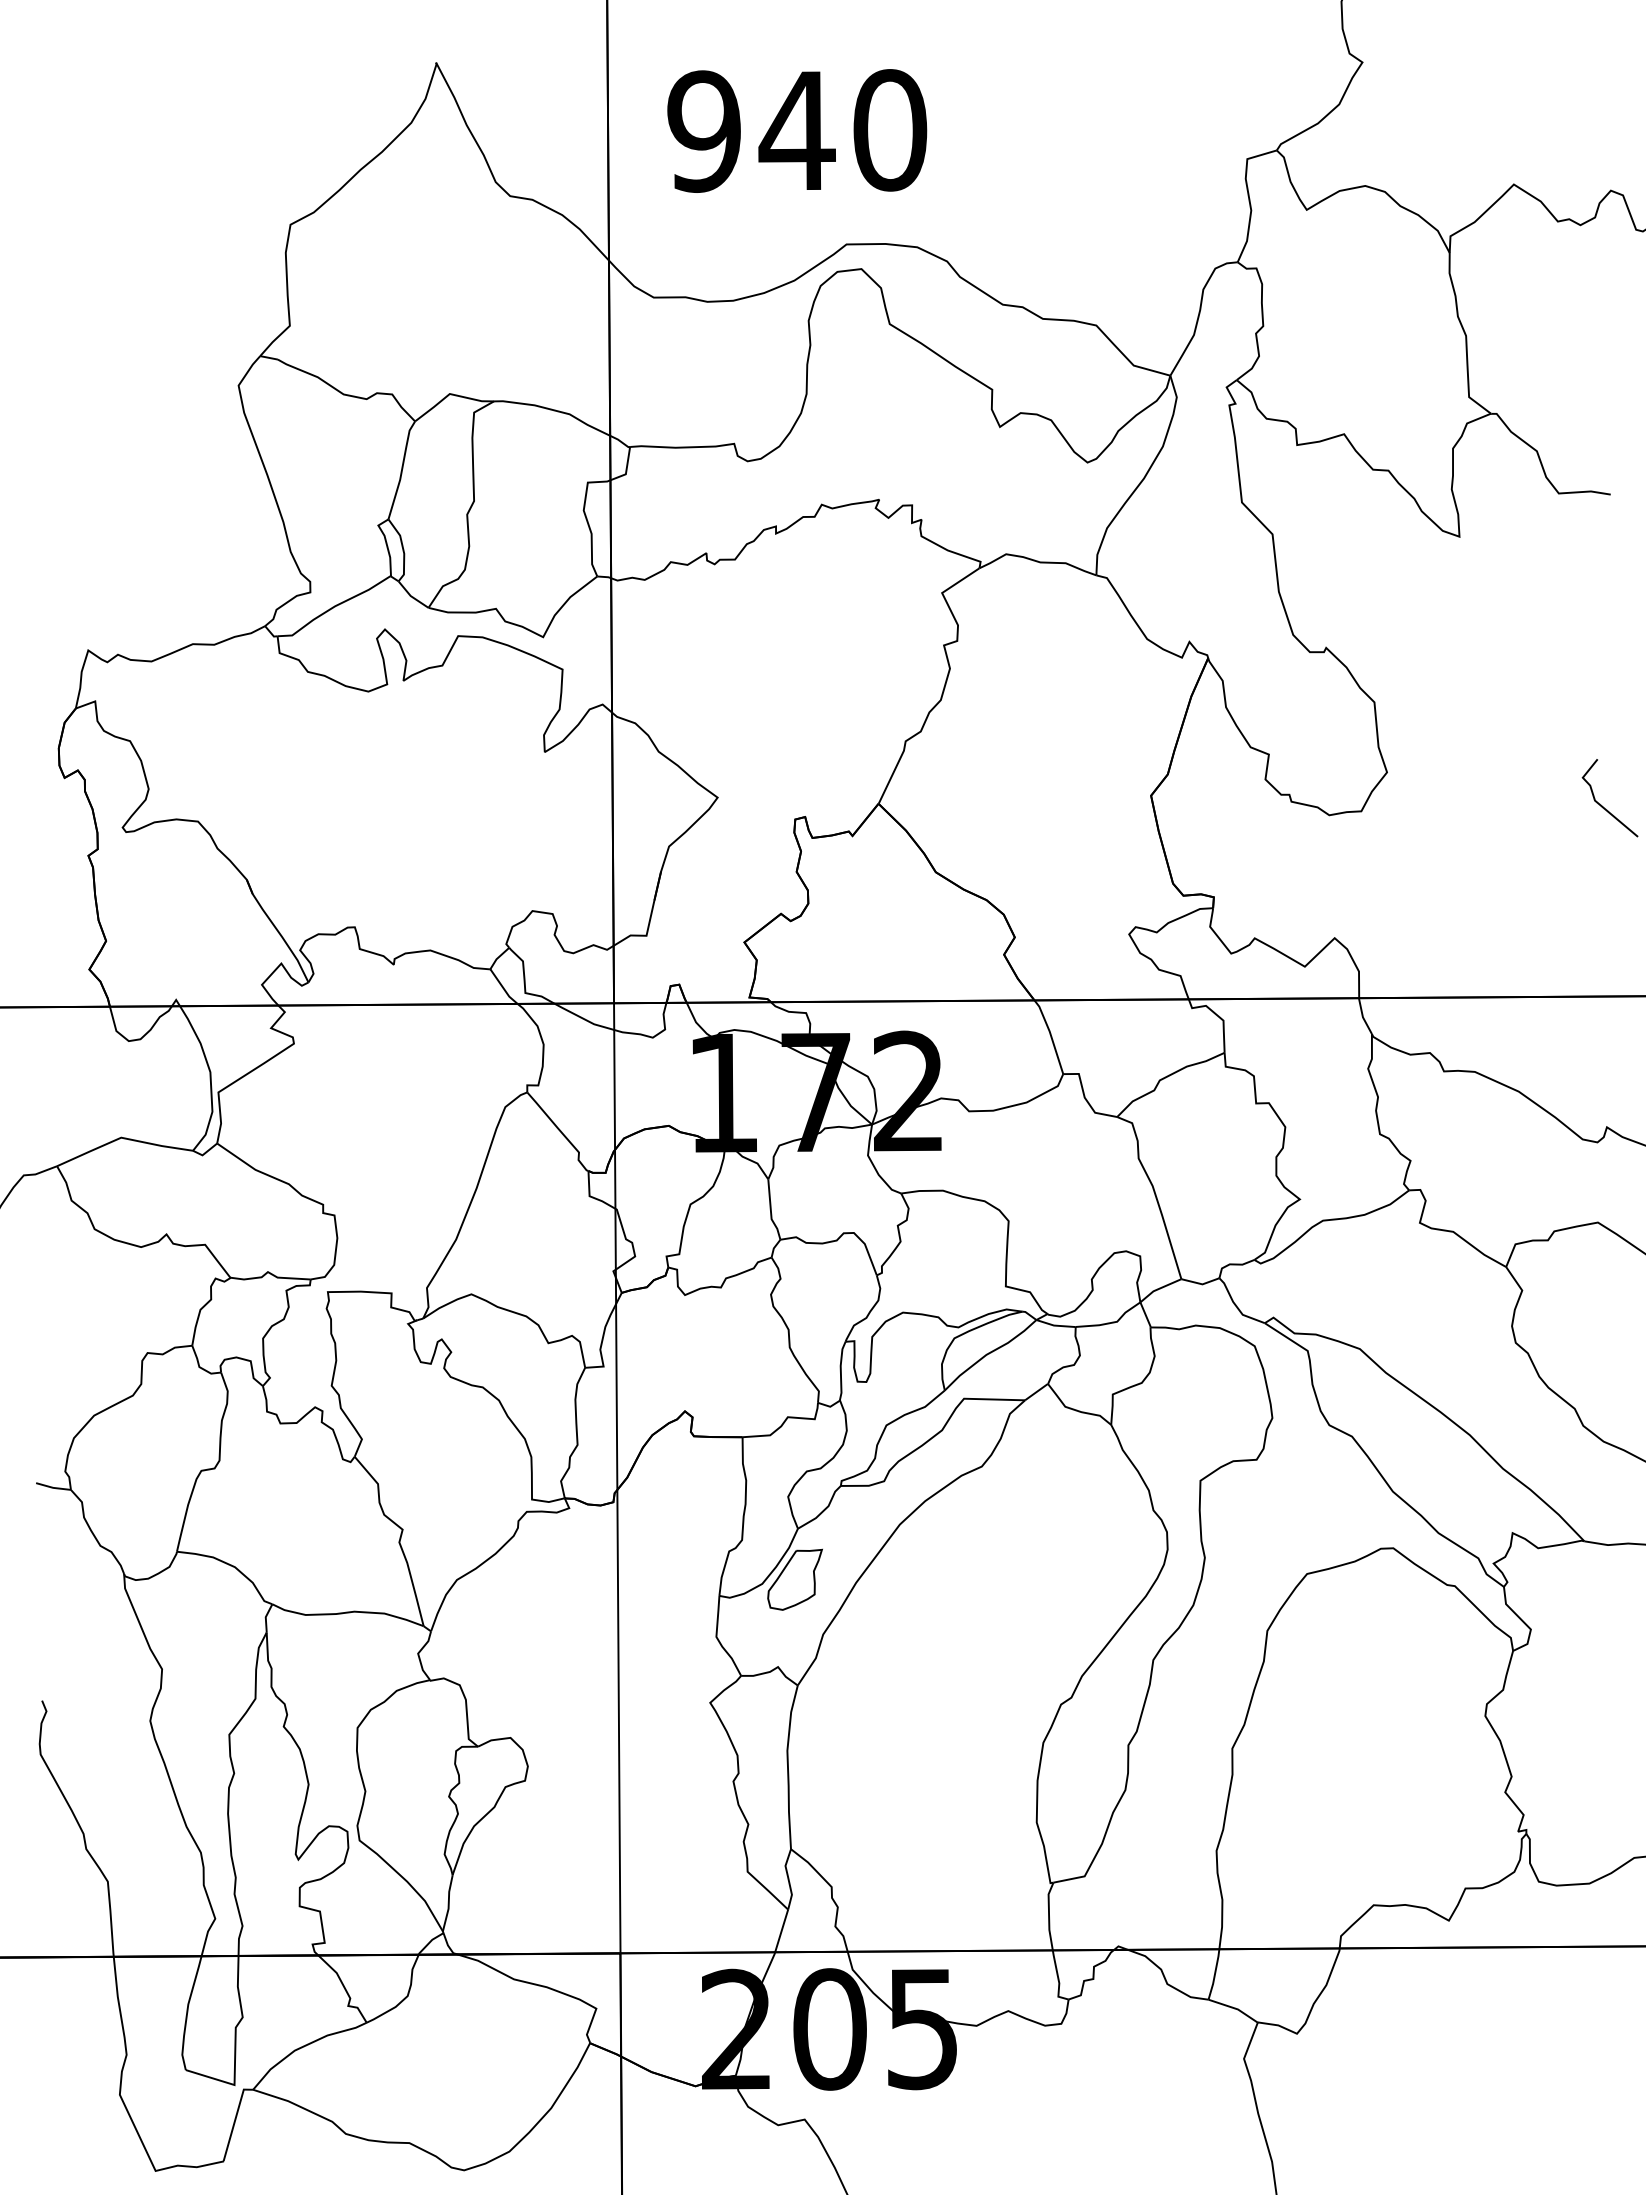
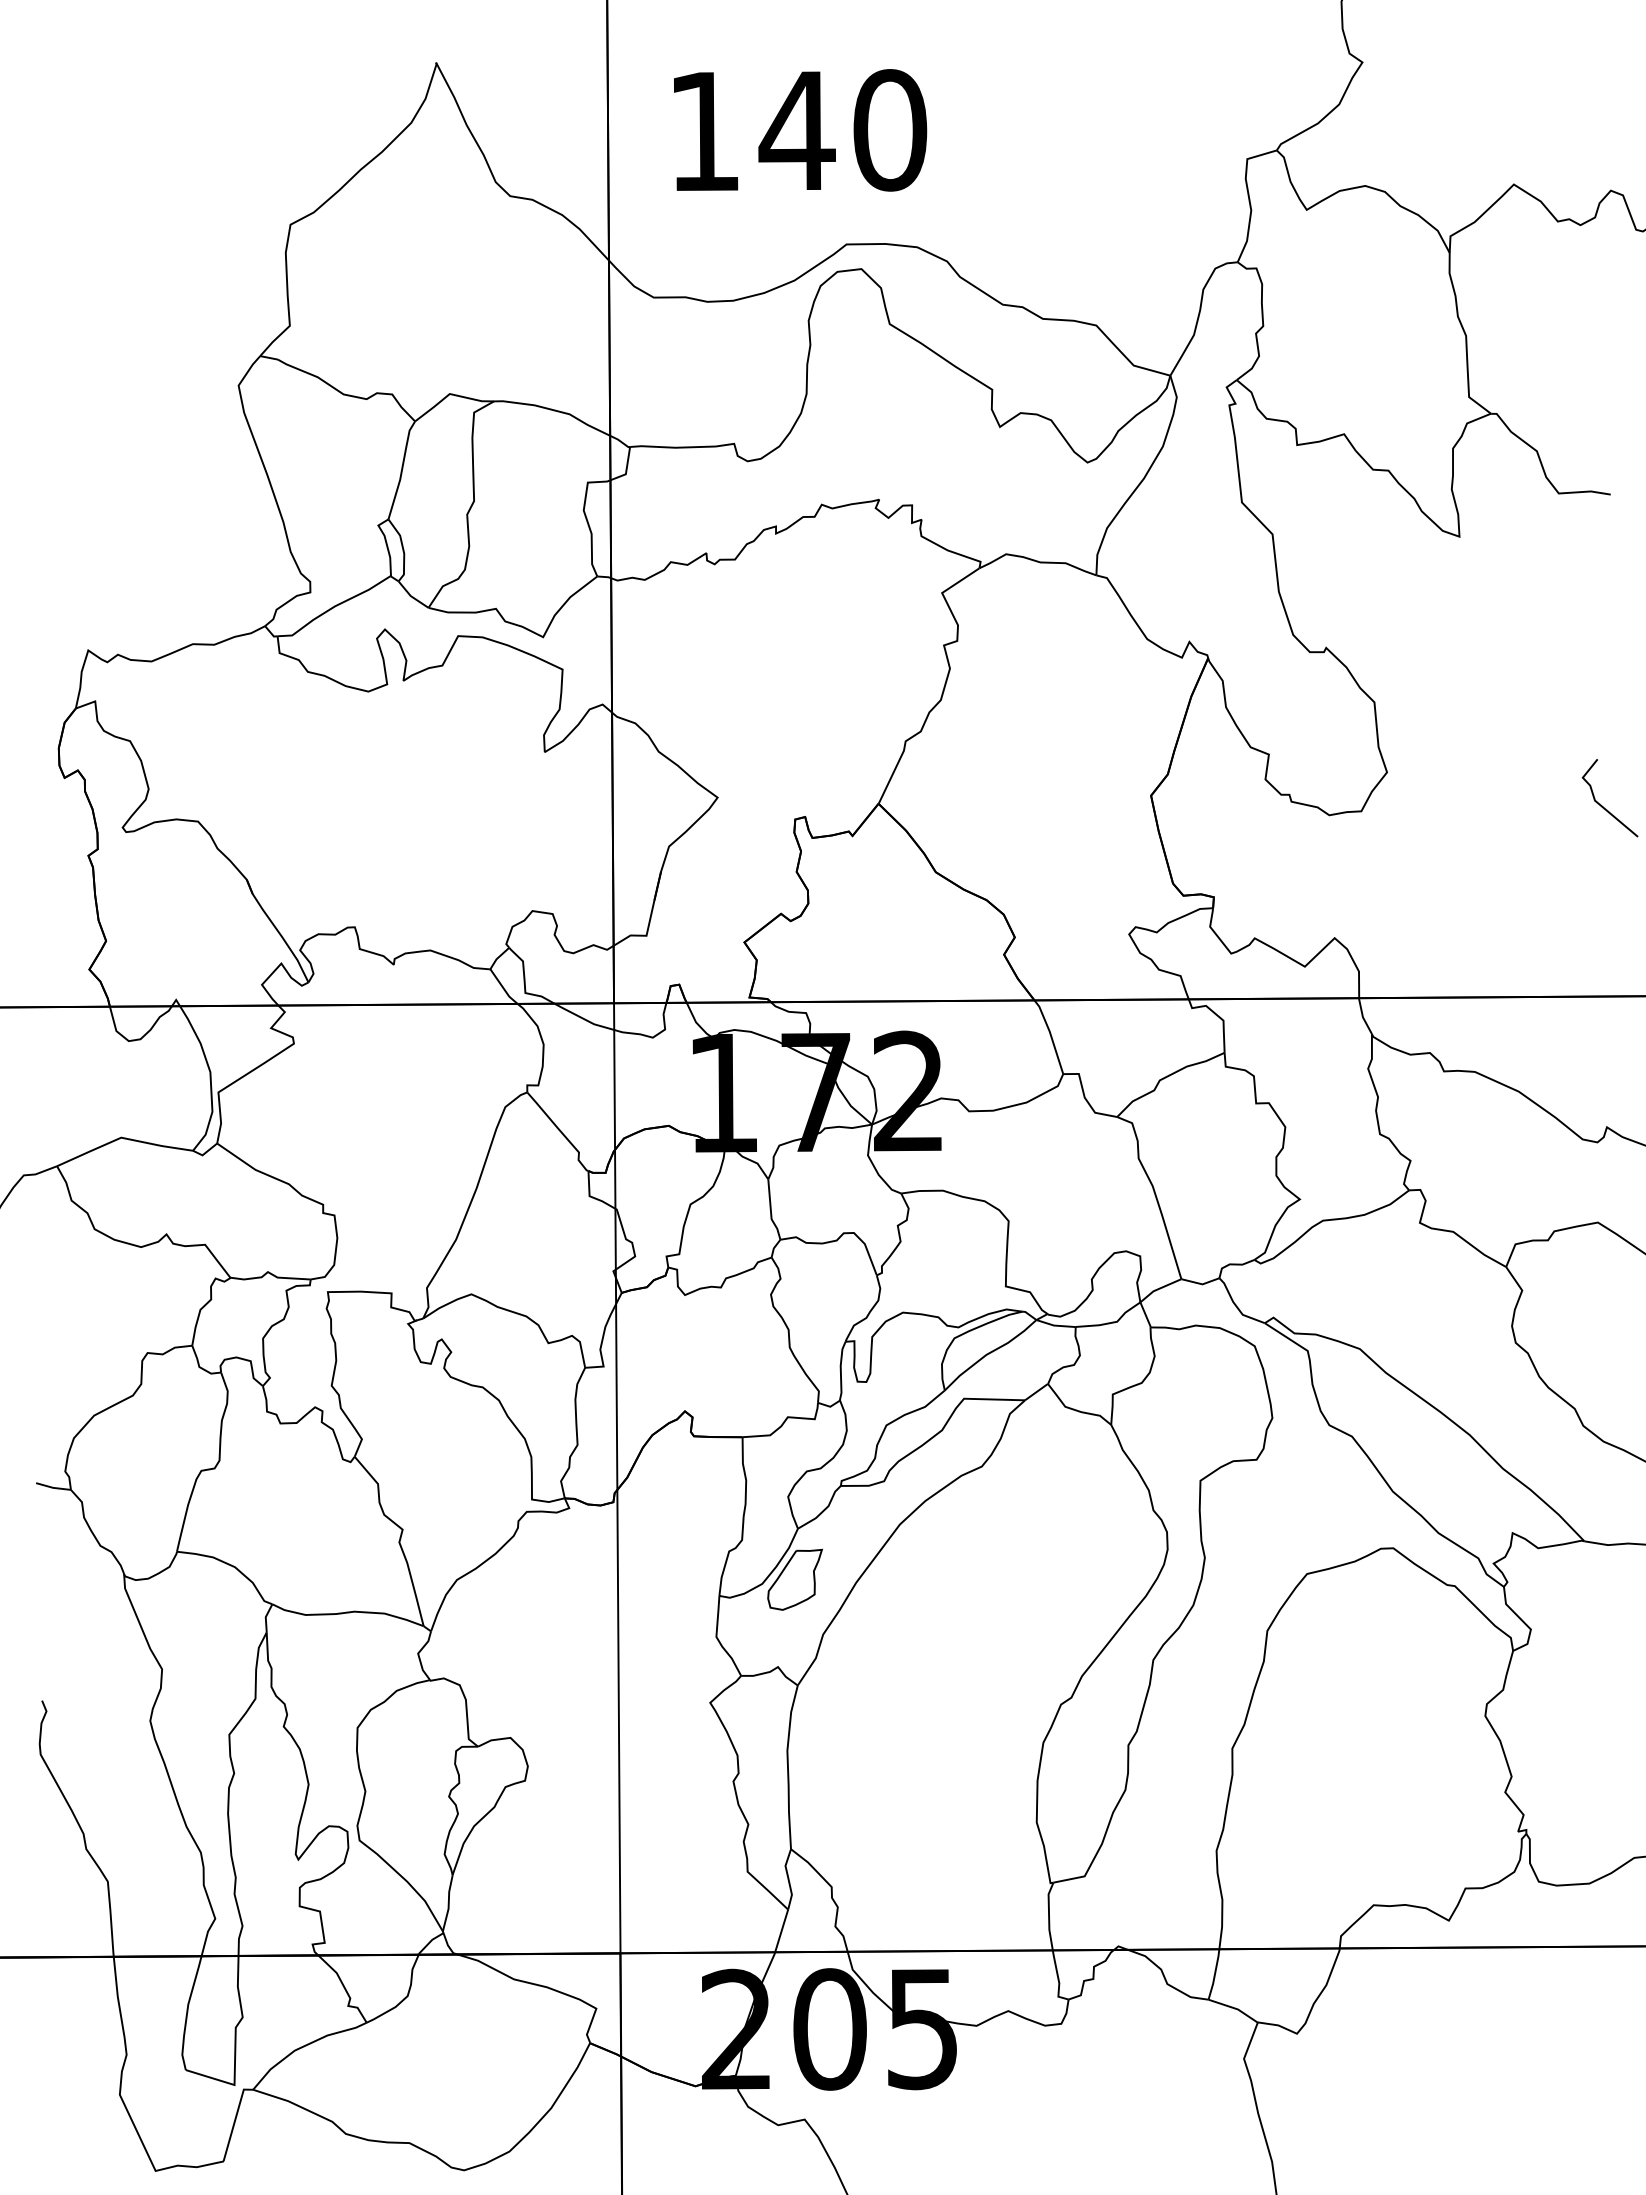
text at (703, 131): 940 -> 140
